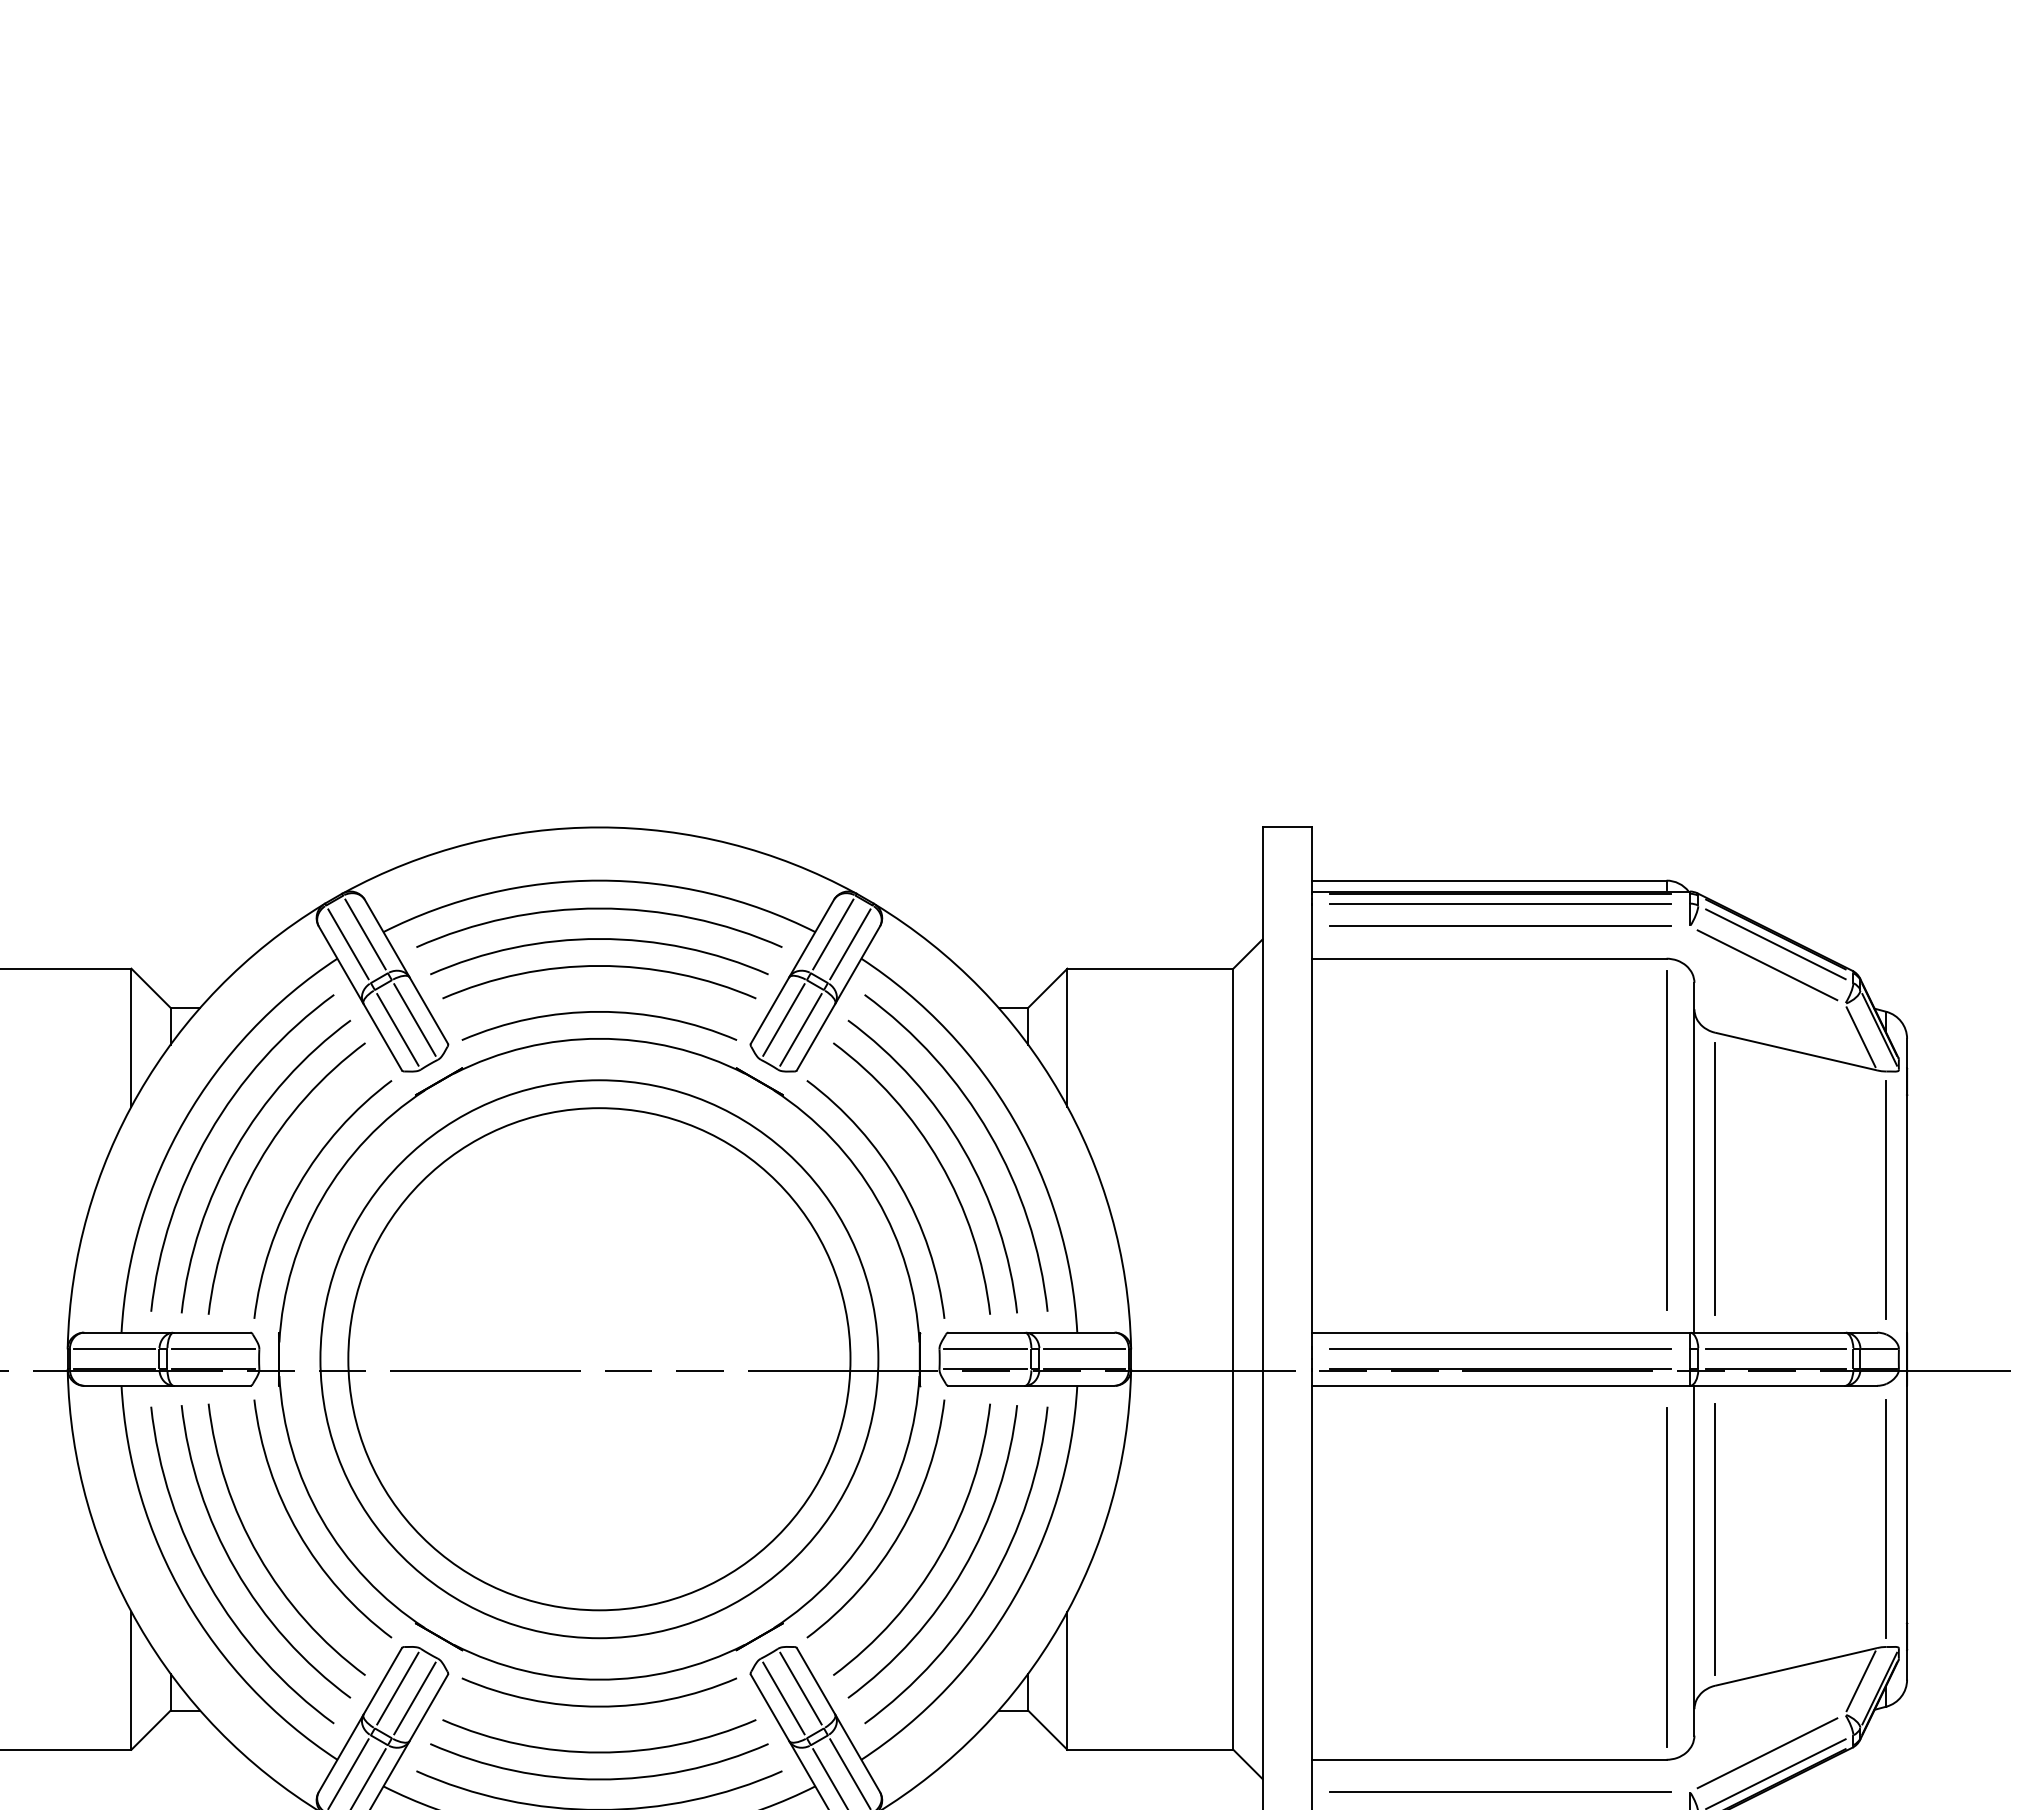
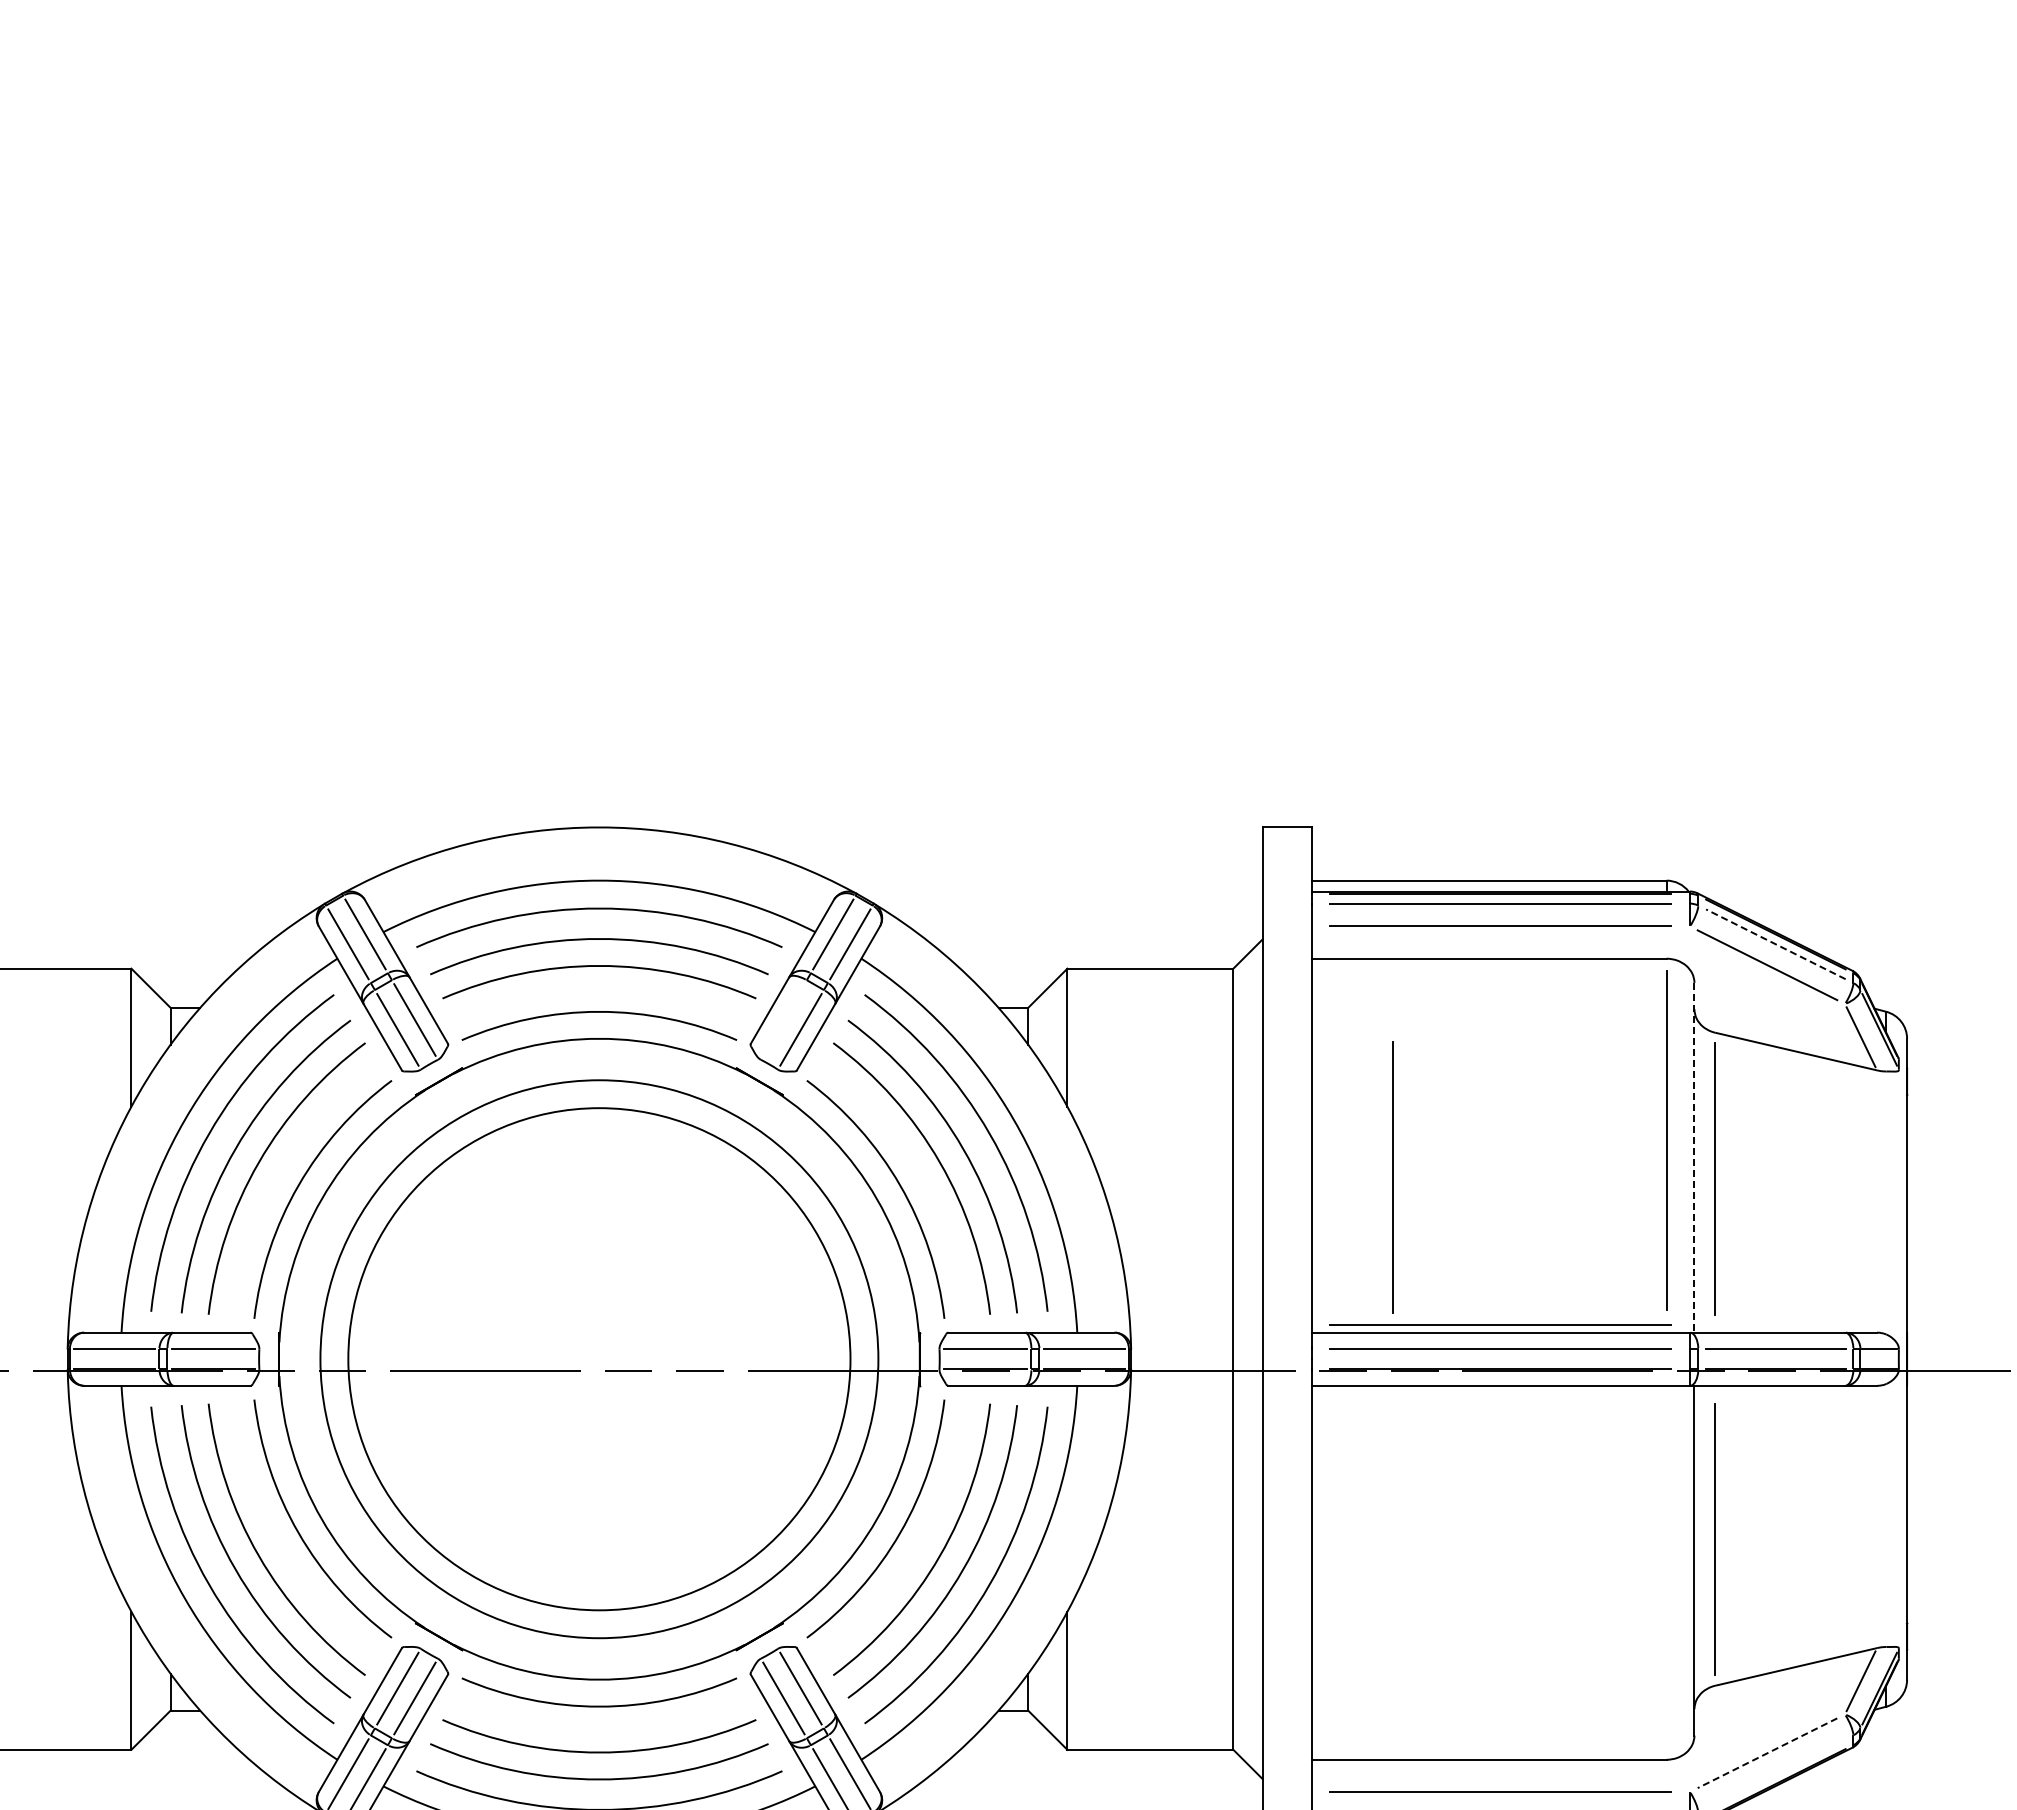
line at (1775, 944): solid -> dashed
line at (783, 1019): present -> none
line at (1694, 1157): solid -> dashed
line at (1392, 1177): none -> present
line at (1885, 1199): present -> none
line at (1500, 1324): none -> present
line at (1886, 1518): present -> none
line at (1666, 1577): present -> none
line at (1767, 1753): solid -> dashed
line at (1777, 1772): present -> none
